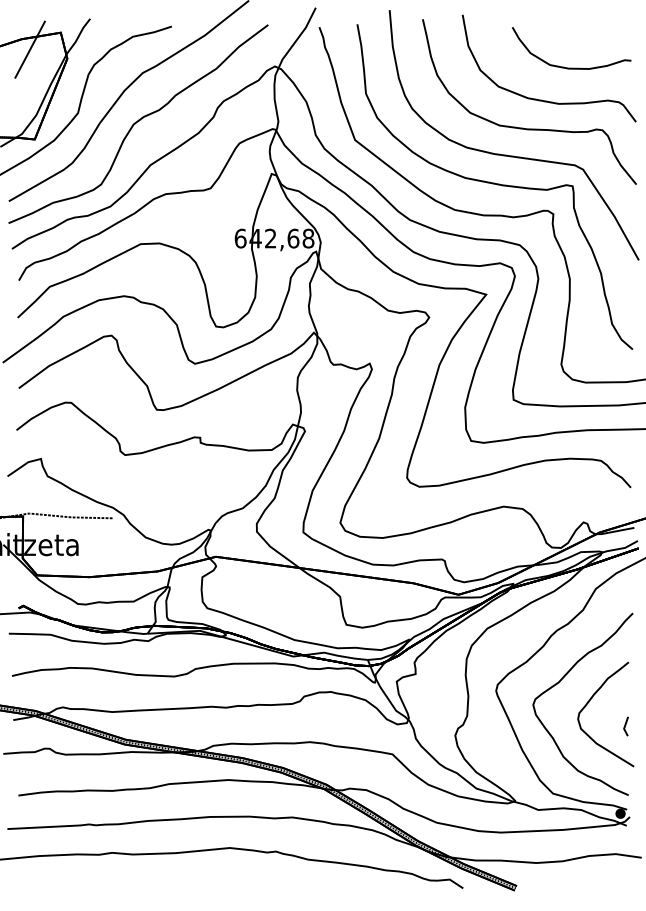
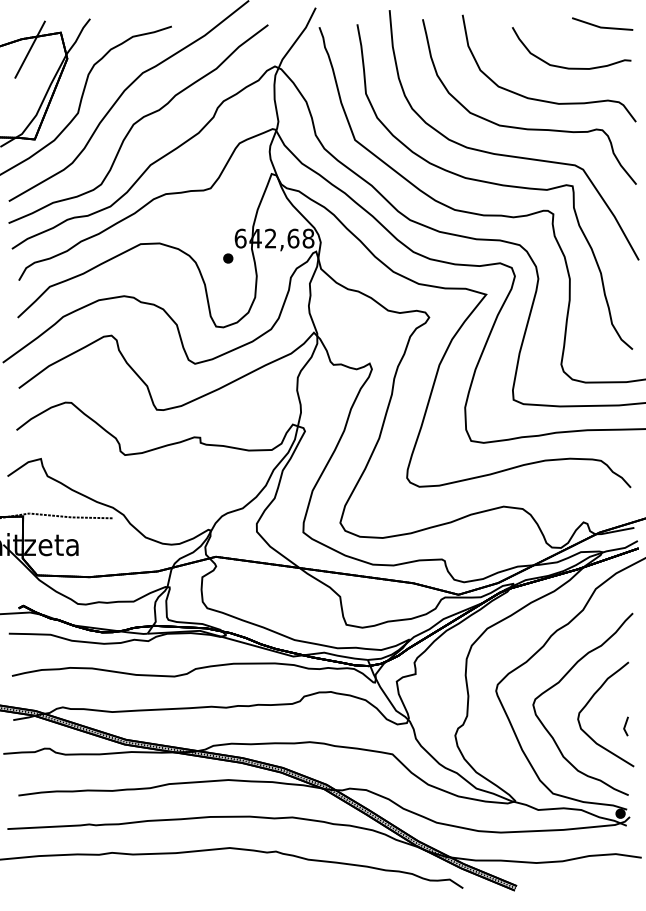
part at (602, 23): none -> present
part at (228, 258): none -> present
